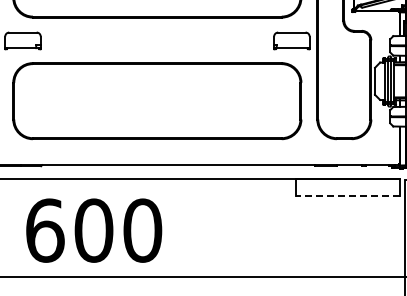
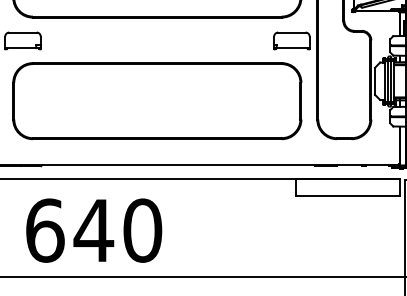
line at (348, 195): dashed -> solid
text at (93, 230): 600 -> 640
